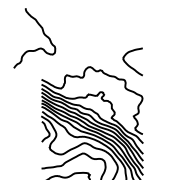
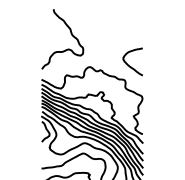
curve at (43, 34) position: (43, 34) -> (71, 35)
